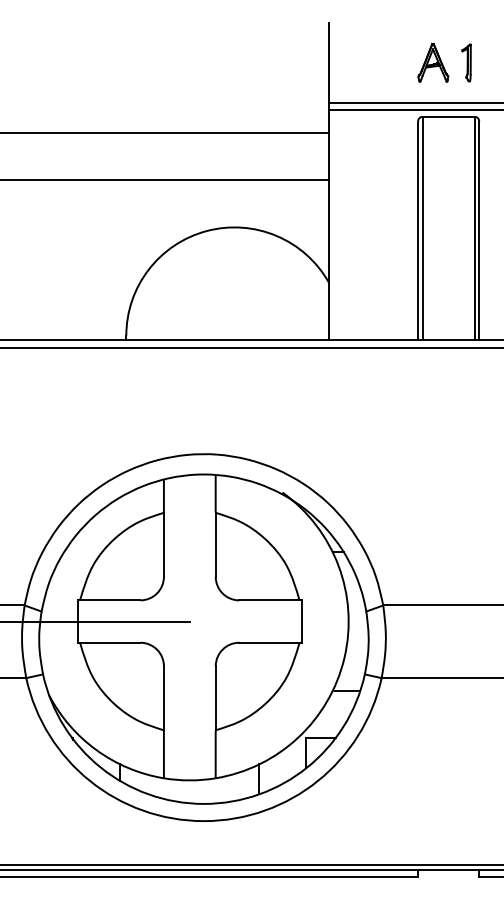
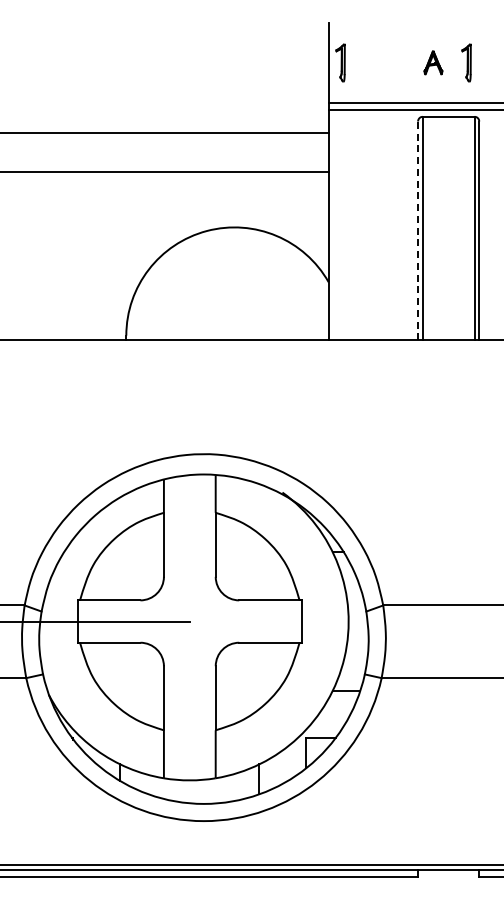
part at (340, 62): none -> present
part at (433, 62) size: 33x40 px -> 21x26 px
line at (165, 180) position: (165, 180) -> (165, 172)
line at (418, 230): solid -> dashed
line at (251, 348): present -> none
